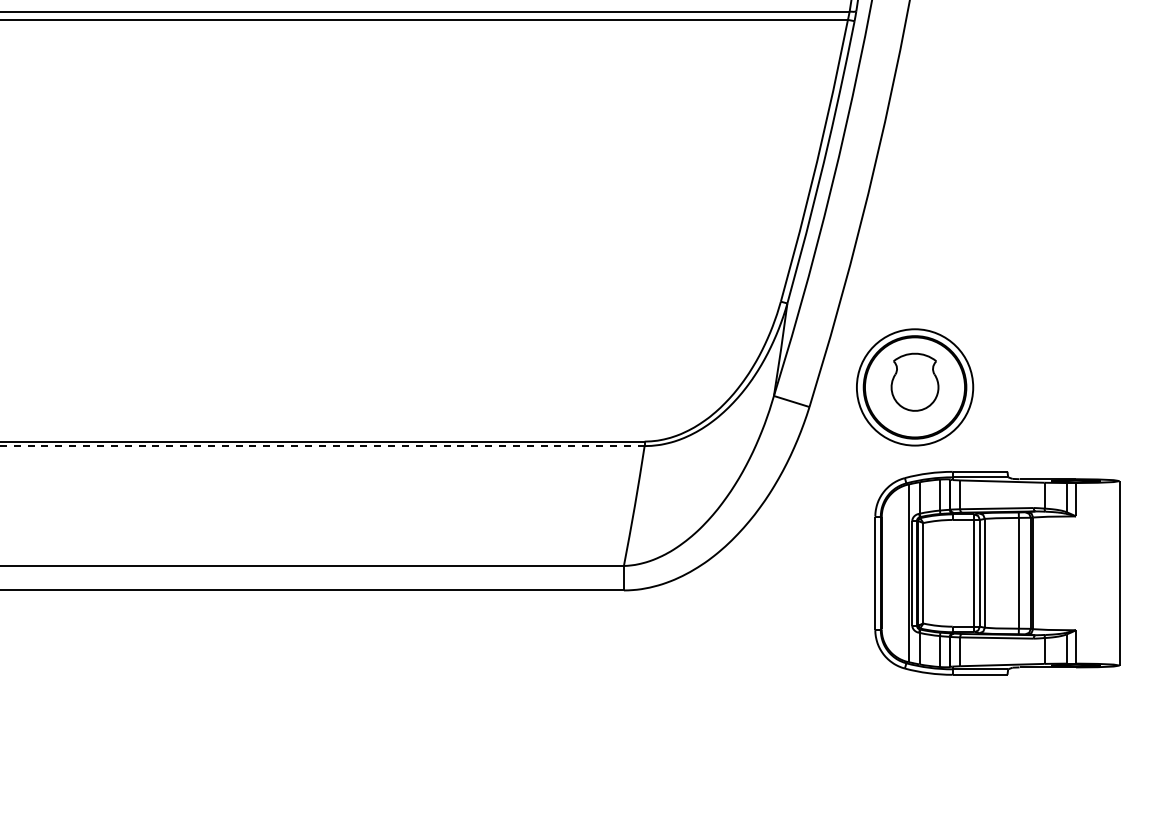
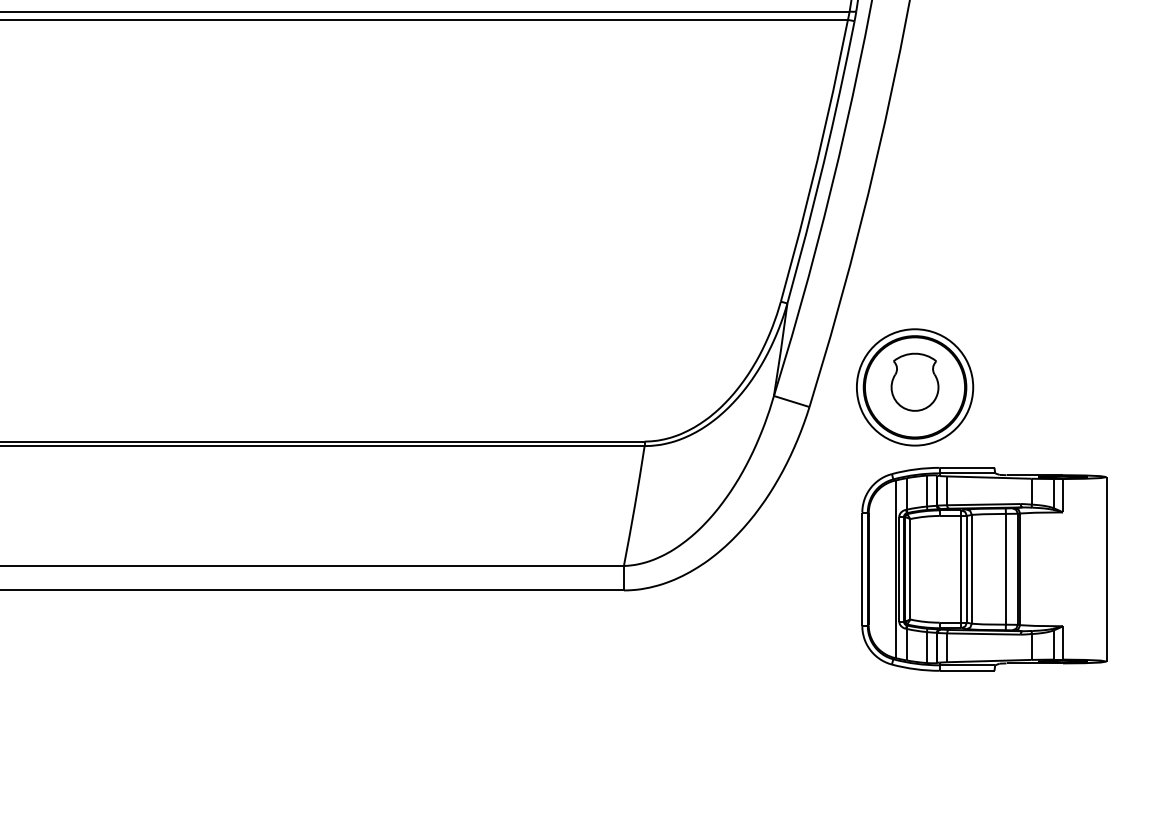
line at (322, 446): dashed -> solid
part at (997, 573) position: (997, 573) -> (984, 569)
